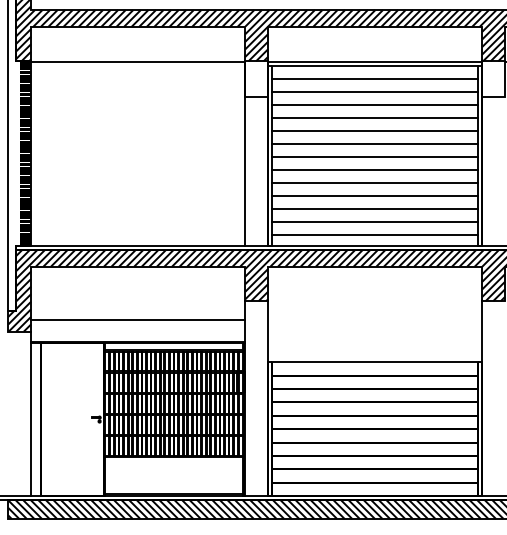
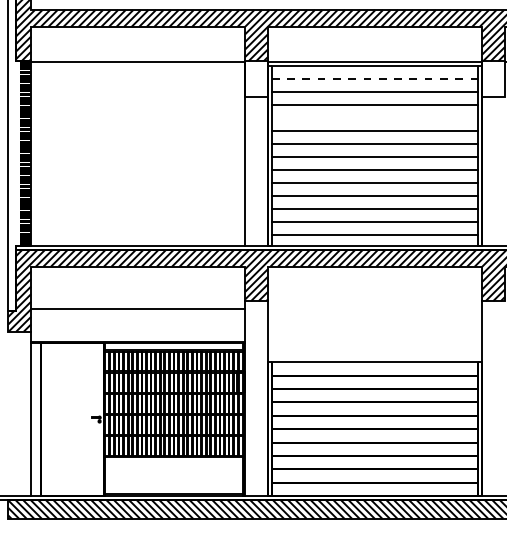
line at (375, 79): solid -> dashed
line at (374, 118): present -> none
line at (138, 320) position: (138, 320) -> (138, 309)
